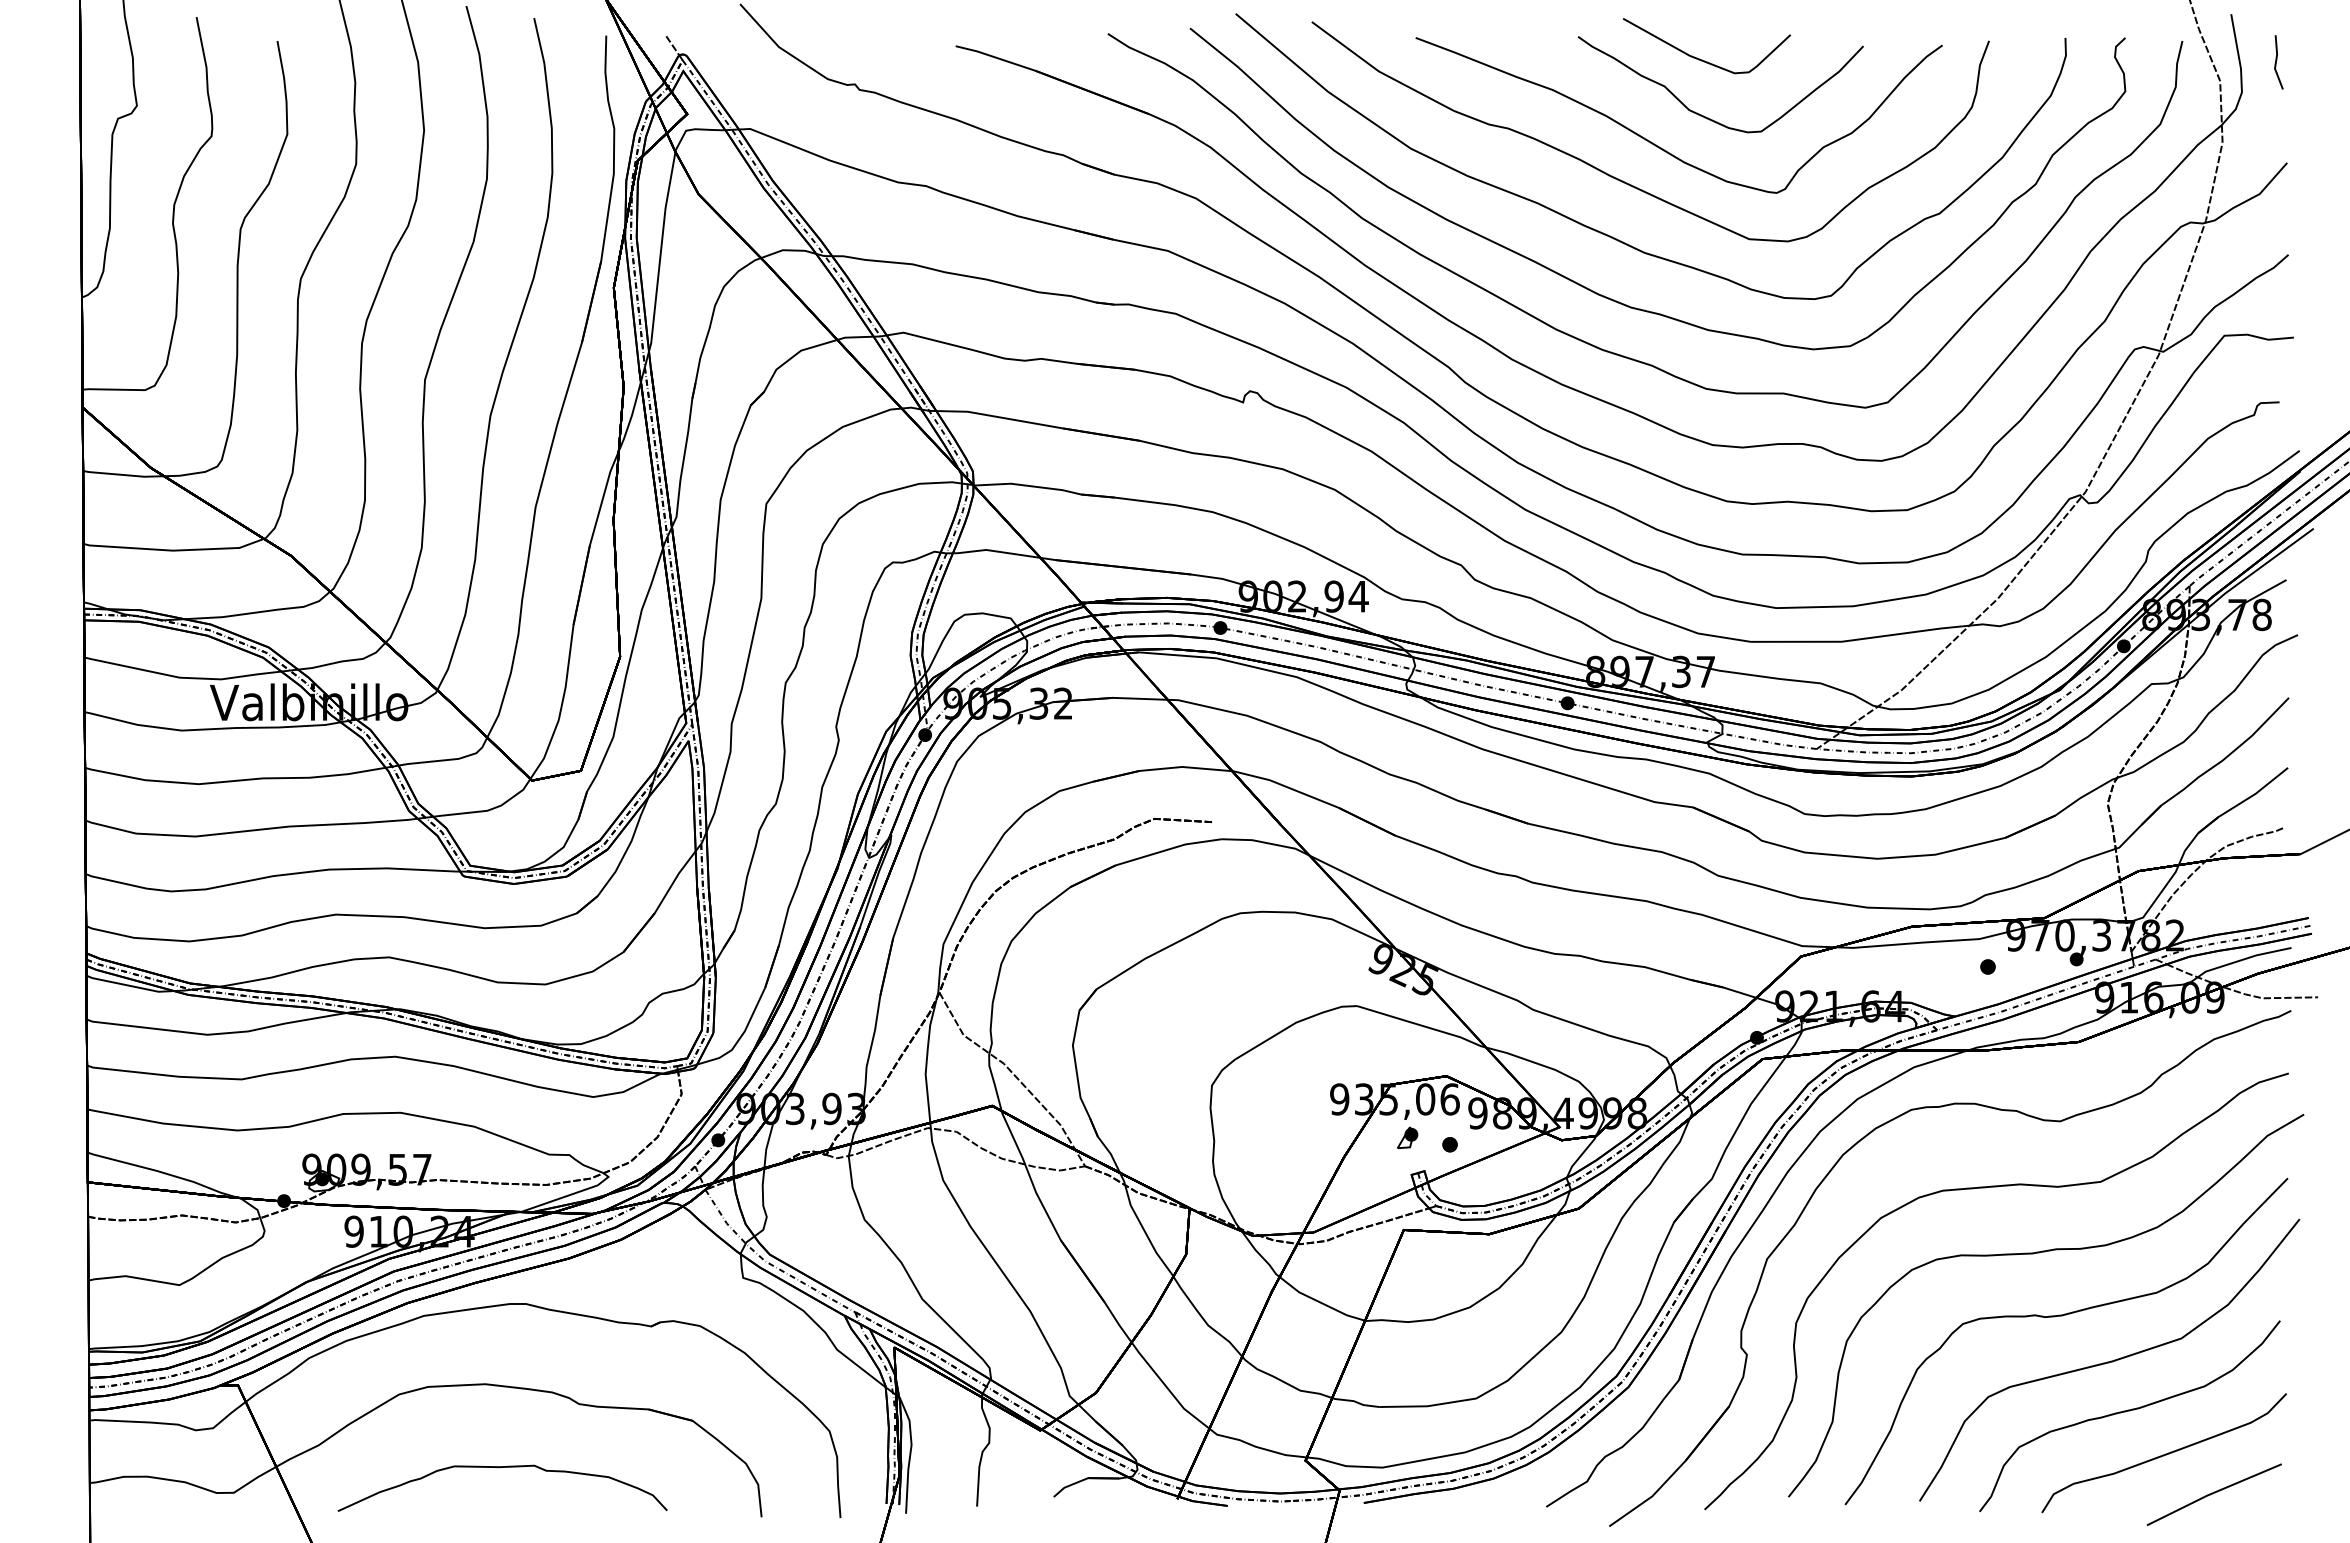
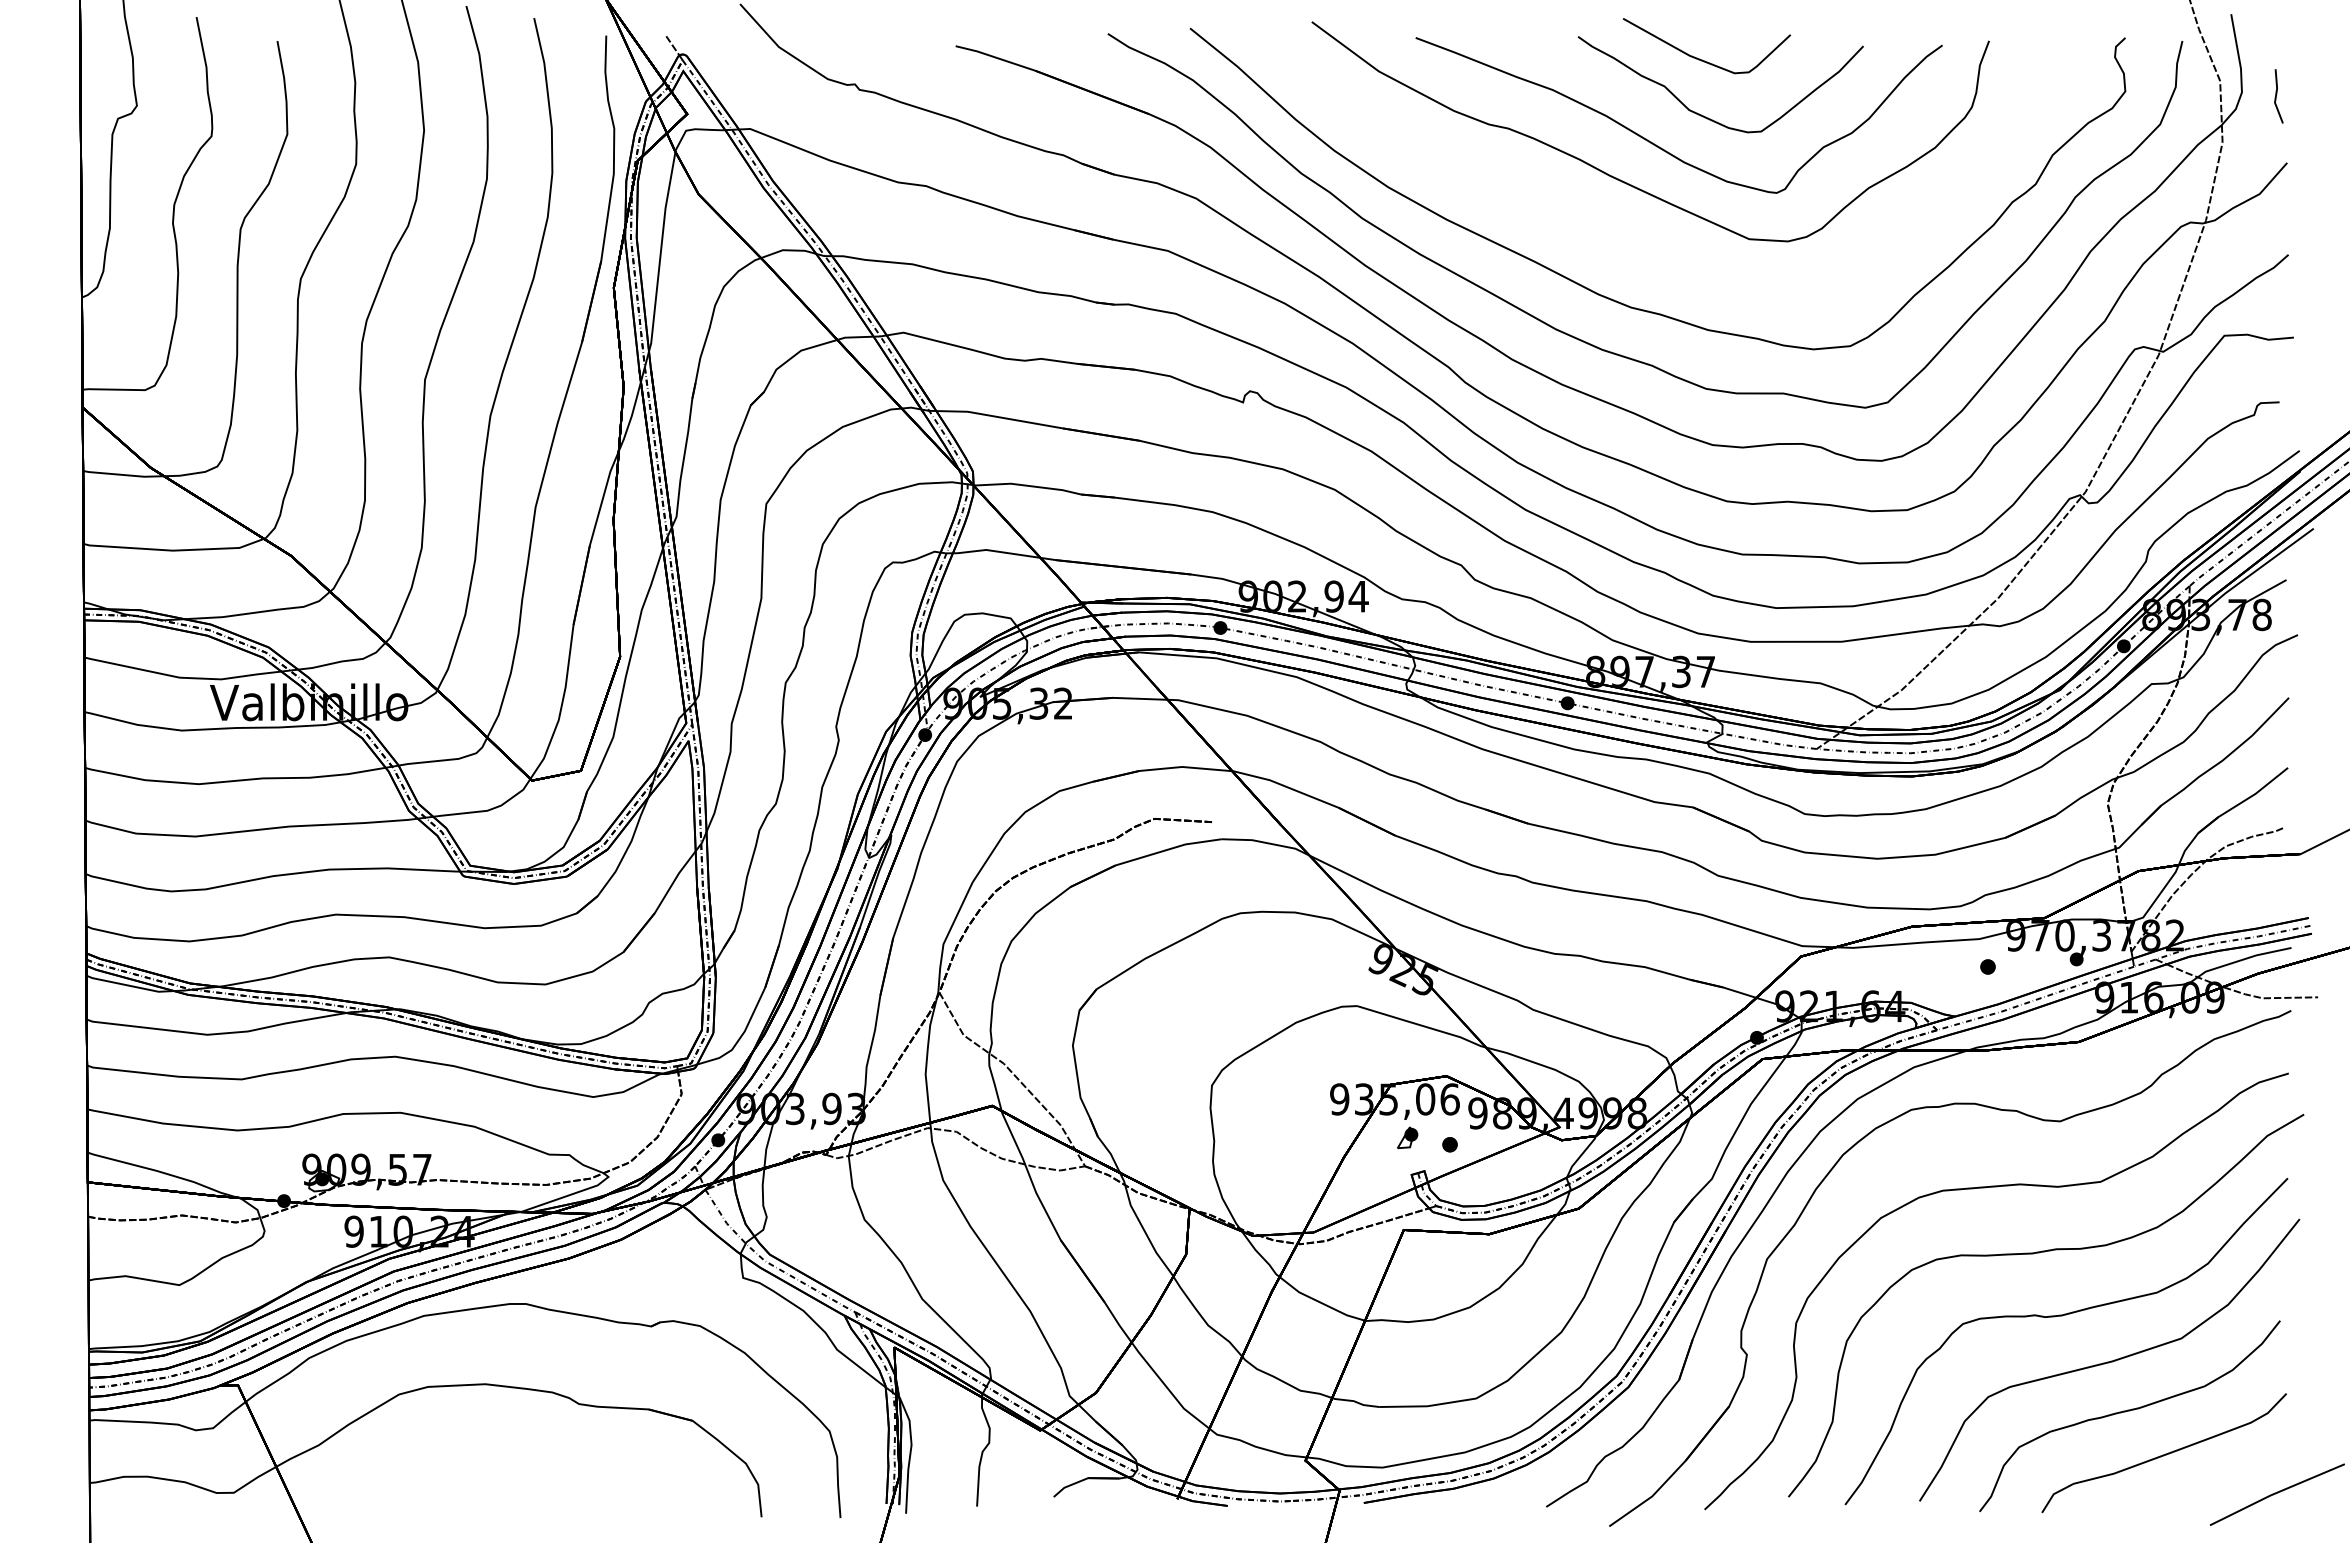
line at (2276, 62) position: (2276, 62) -> (2276, 96)
curve at (1610, 235): present -> none
curve at (499, 1468): present -> none
line at (2213, 1493) position: (2213, 1493) -> (2276, 1493)
